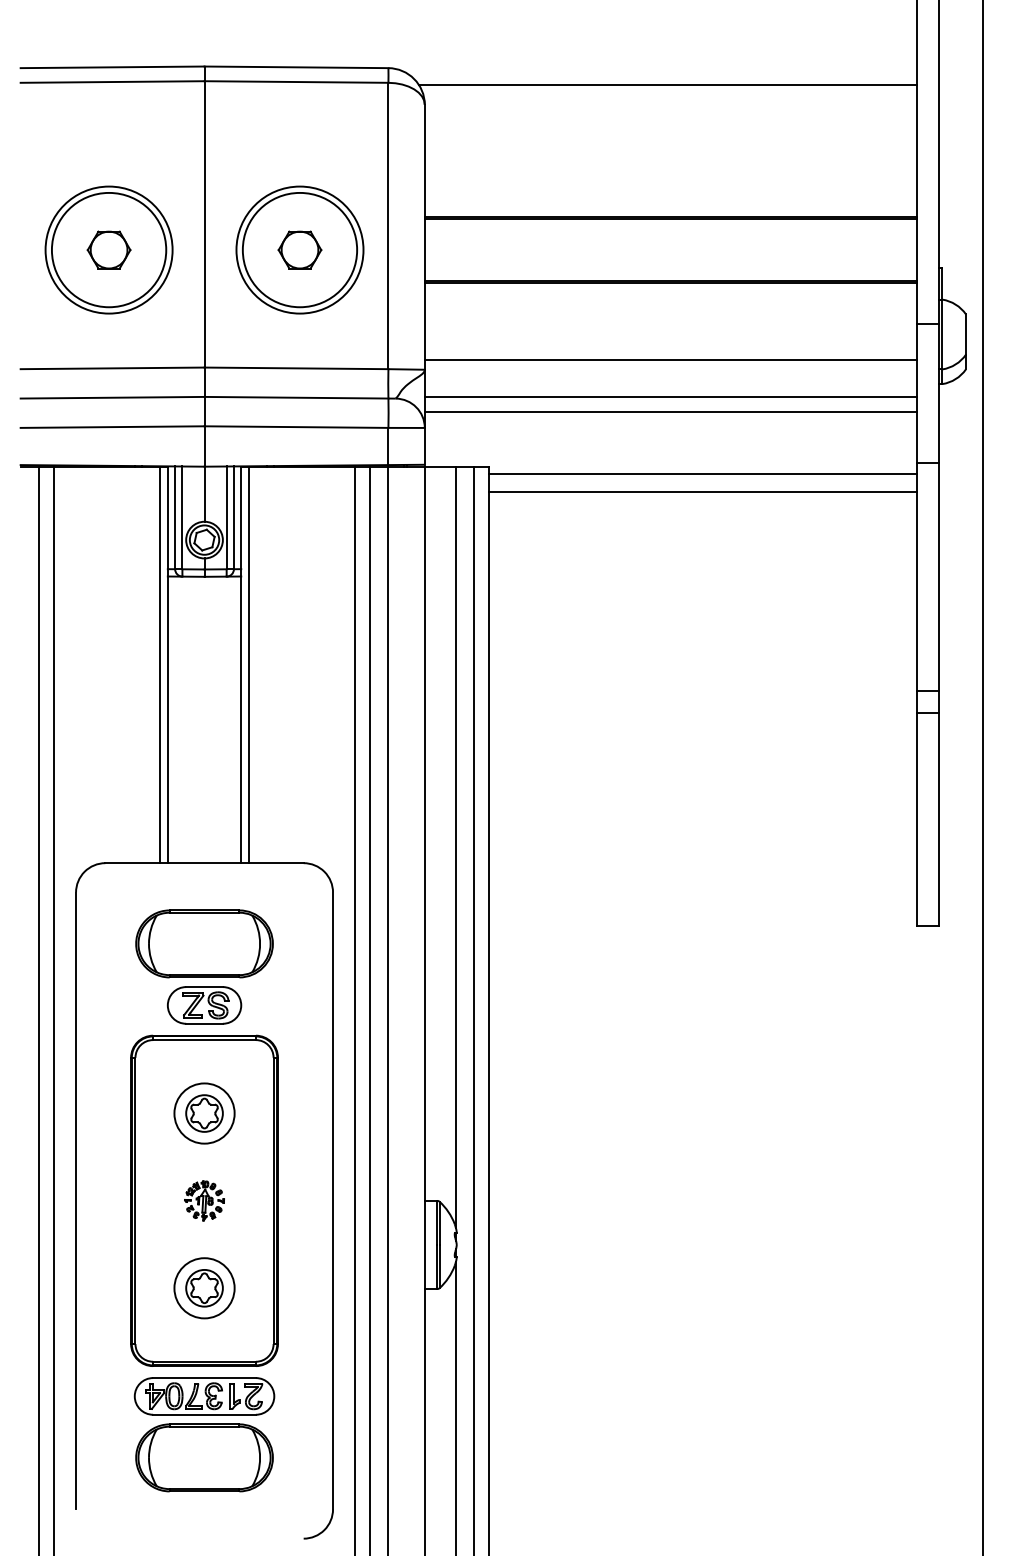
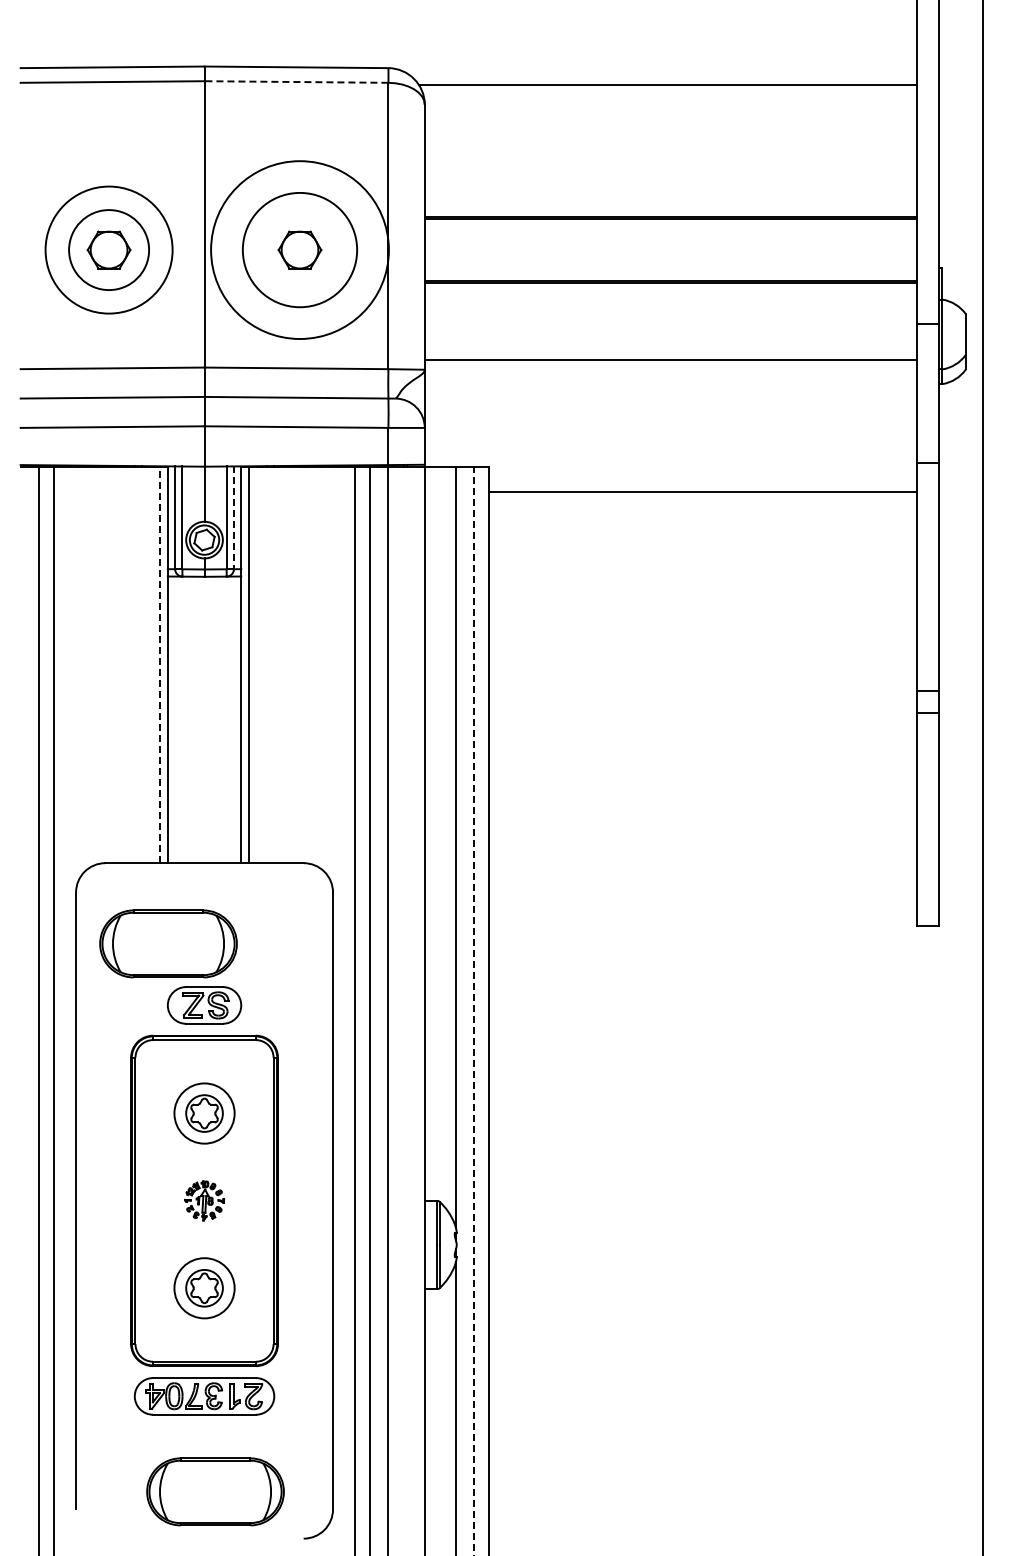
line at (296, 82): solid -> dashed
circle at (108, 249) diameter: 114 px -> 80 px
circle at (299, 249) diameter: 127 px -> 178 px
line at (670, 396): present -> none
line at (670, 411): present -> none
line at (702, 474): present -> none
line at (233, 518): solid -> dashed
line at (159, 664): solid -> dashed
part at (204, 943) position: (204, 943) -> (168, 943)
line at (474, 1010): solid -> dashed
part at (204, 1457) position: (204, 1457) -> (215, 1491)
